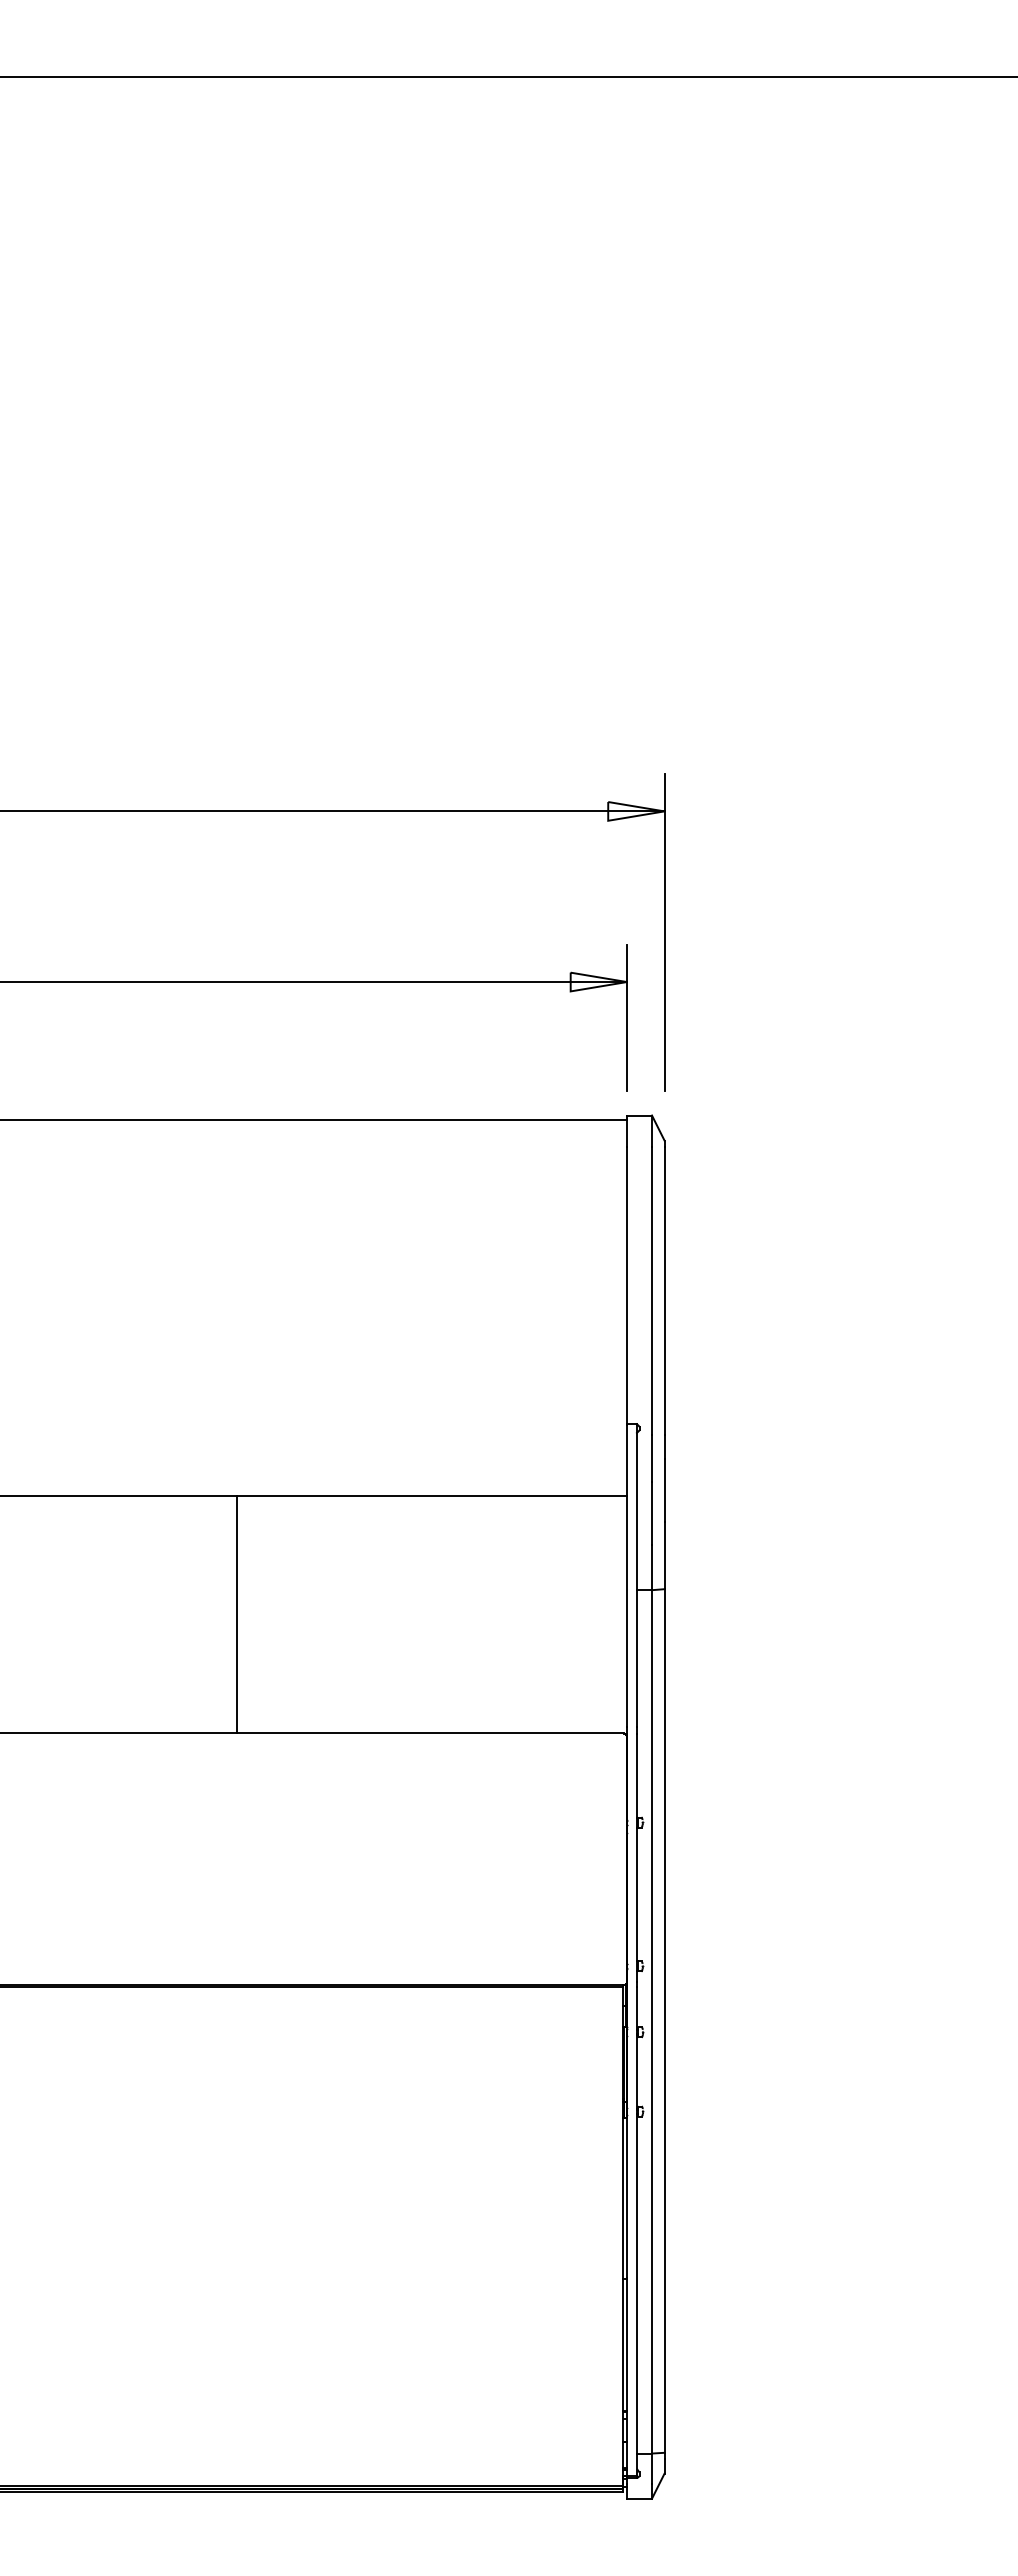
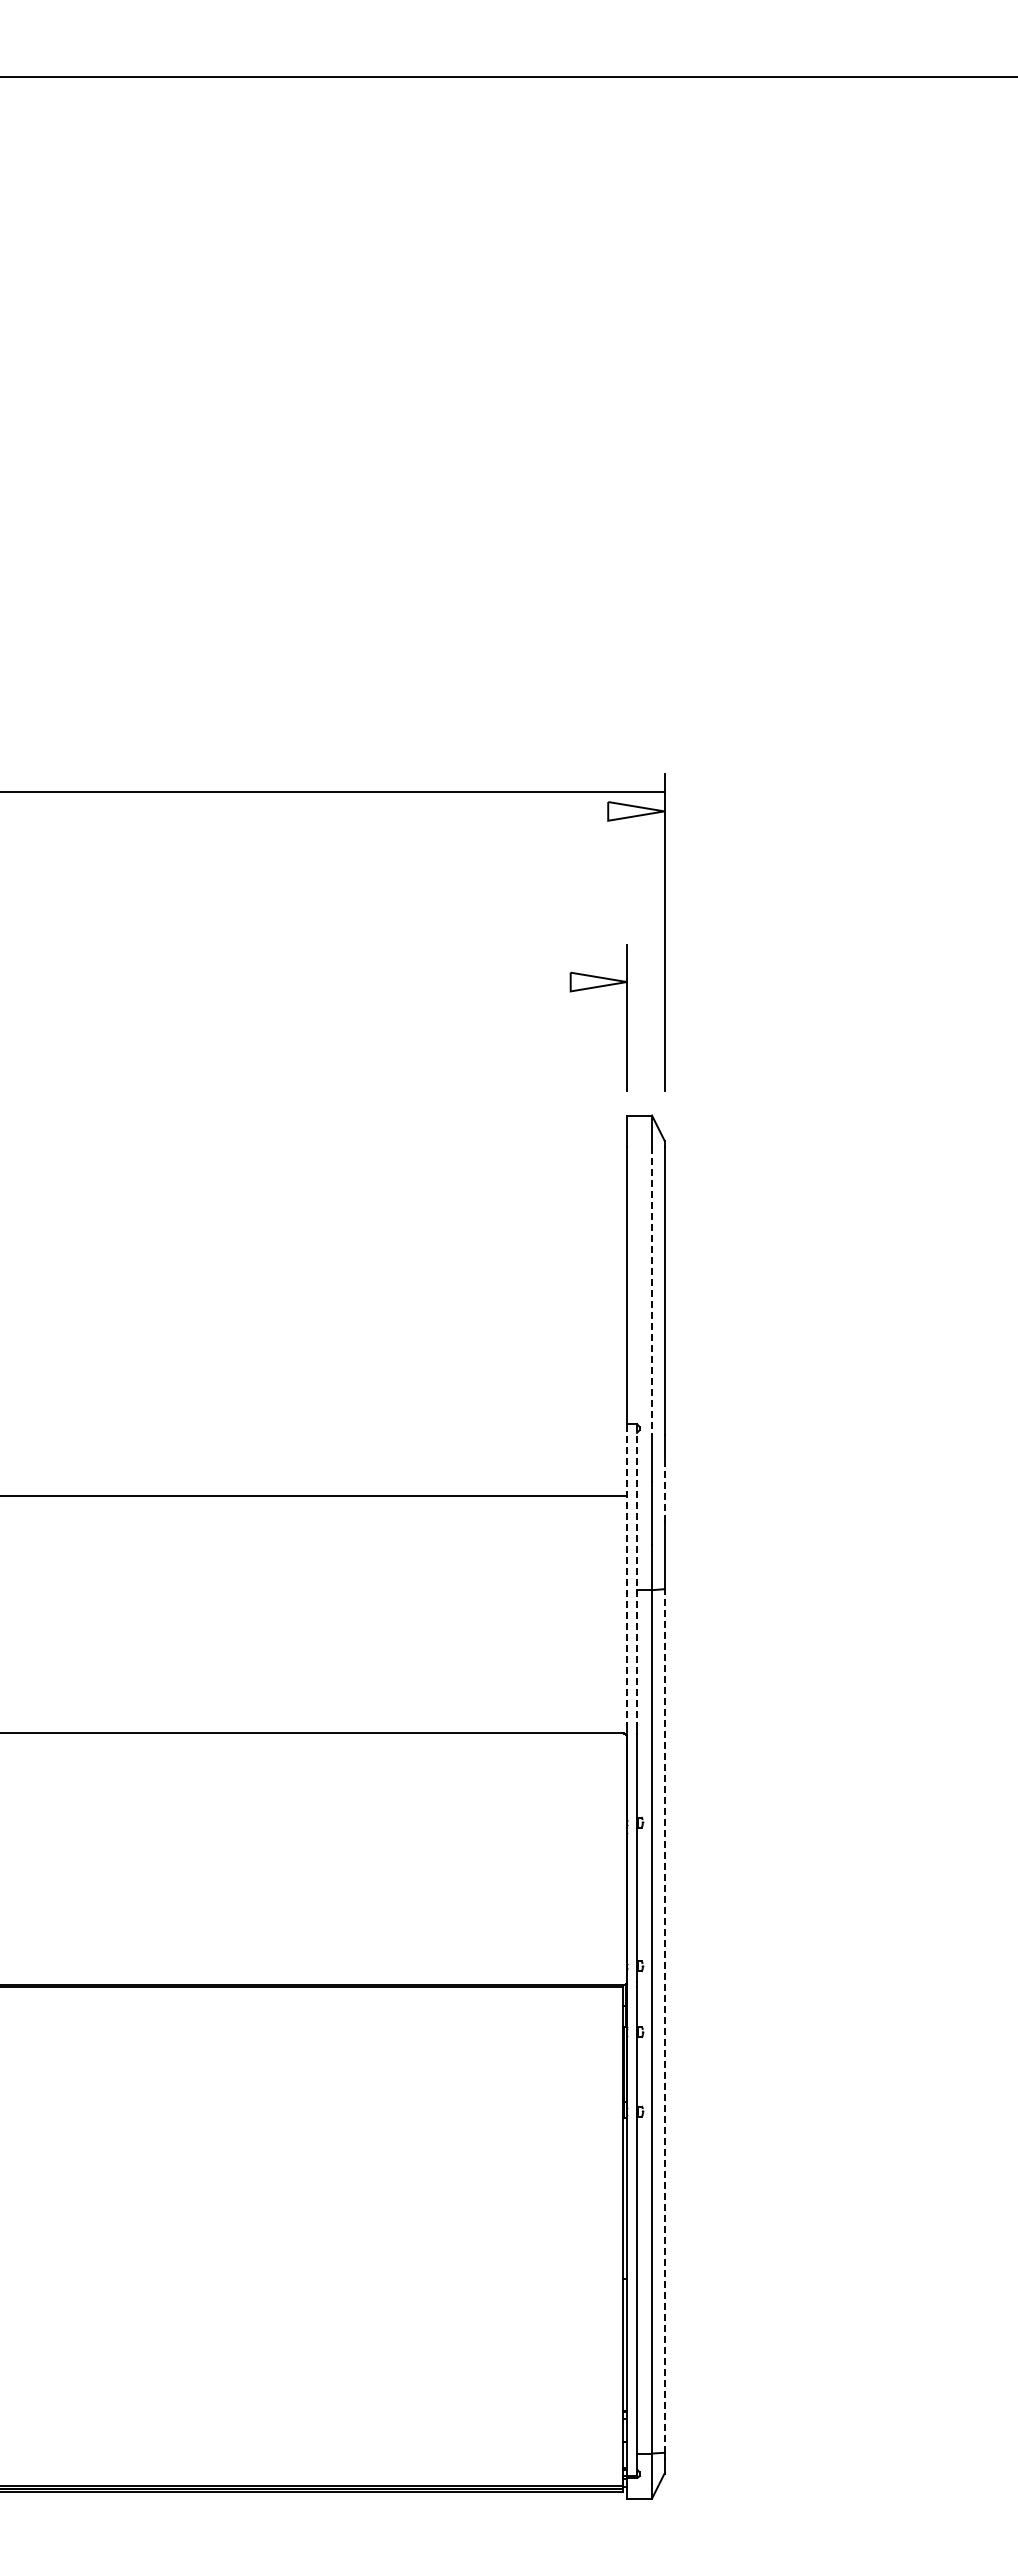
line at (333, 811) position: (333, 811) -> (333, 792)
line at (314, 982): present -> none
line at (314, 1120): present -> none
line at (652, 1291): solid -> dashed
line at (664, 1489): solid -> dashed
line at (626, 1576): solid -> dashed
line at (637, 1576): solid -> dashed
line at (237, 1614): present -> none
line at (664, 2021): solid -> dashed
